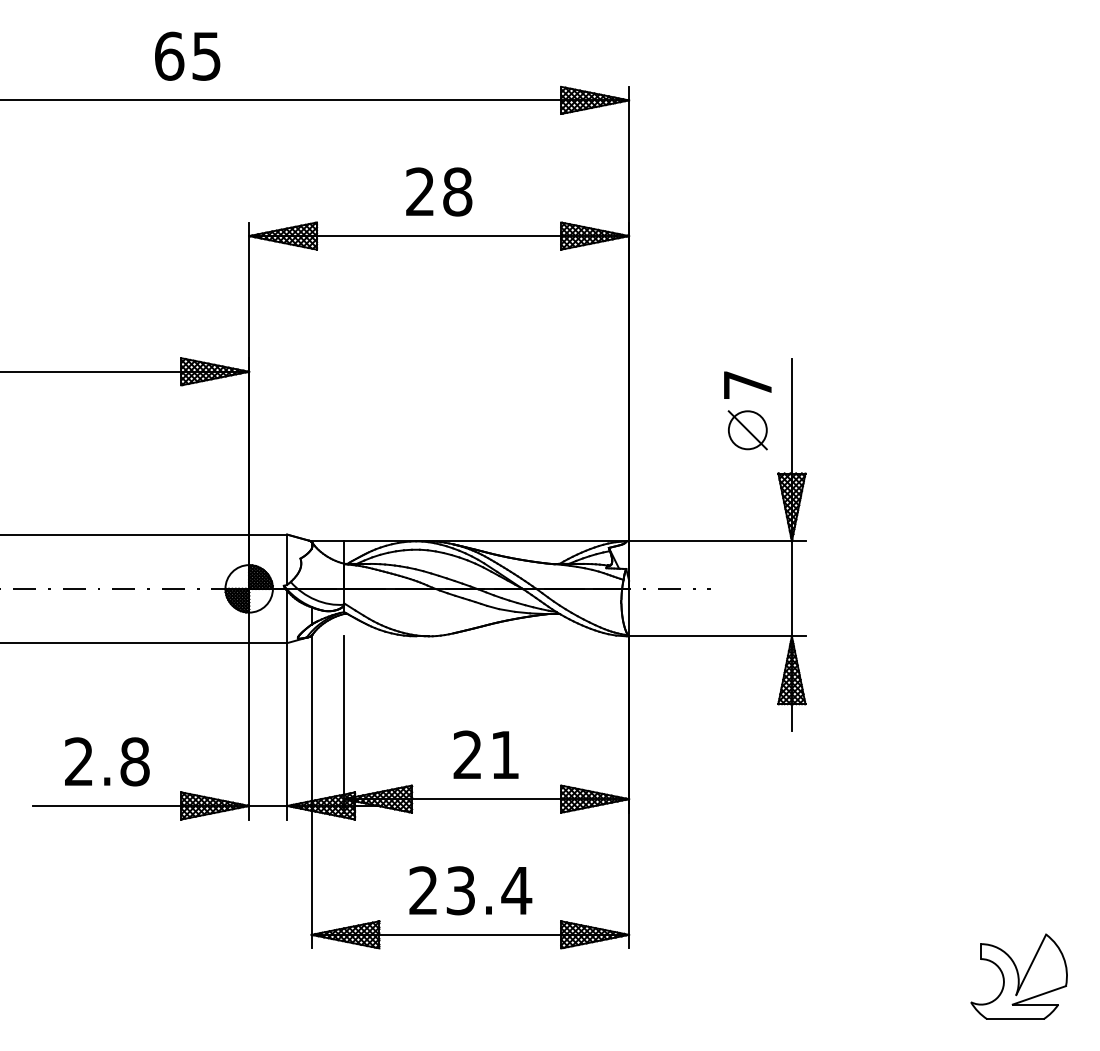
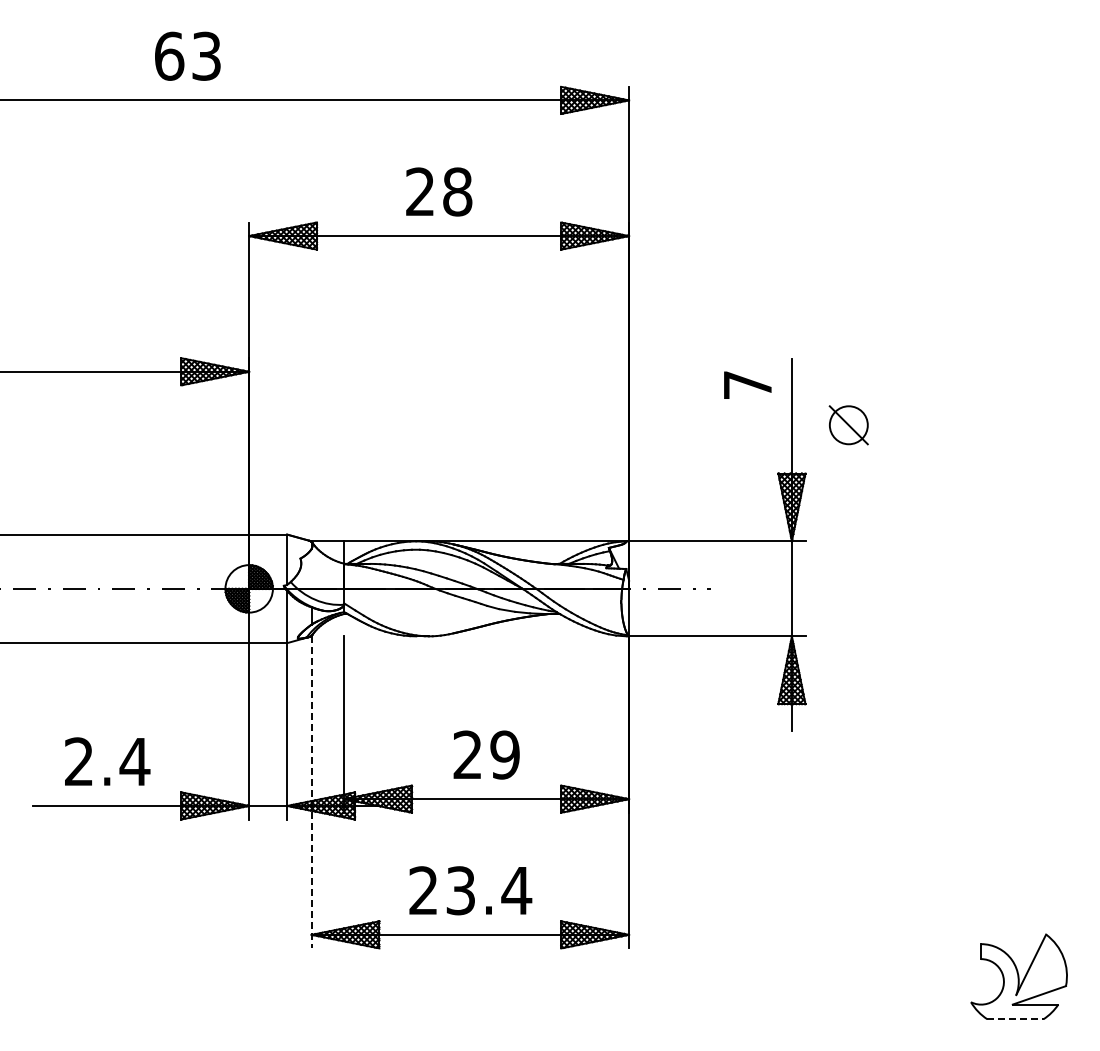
text at (206, 55): 65 -> 63
part at (747, 430) position: (747, 430) -> (848, 425)
text at (504, 754): 21 -> 29
text at (134, 761): 2.8 -> 2.4
line at (311, 792): solid -> dashed
line at (1015, 1019): solid -> dashed
